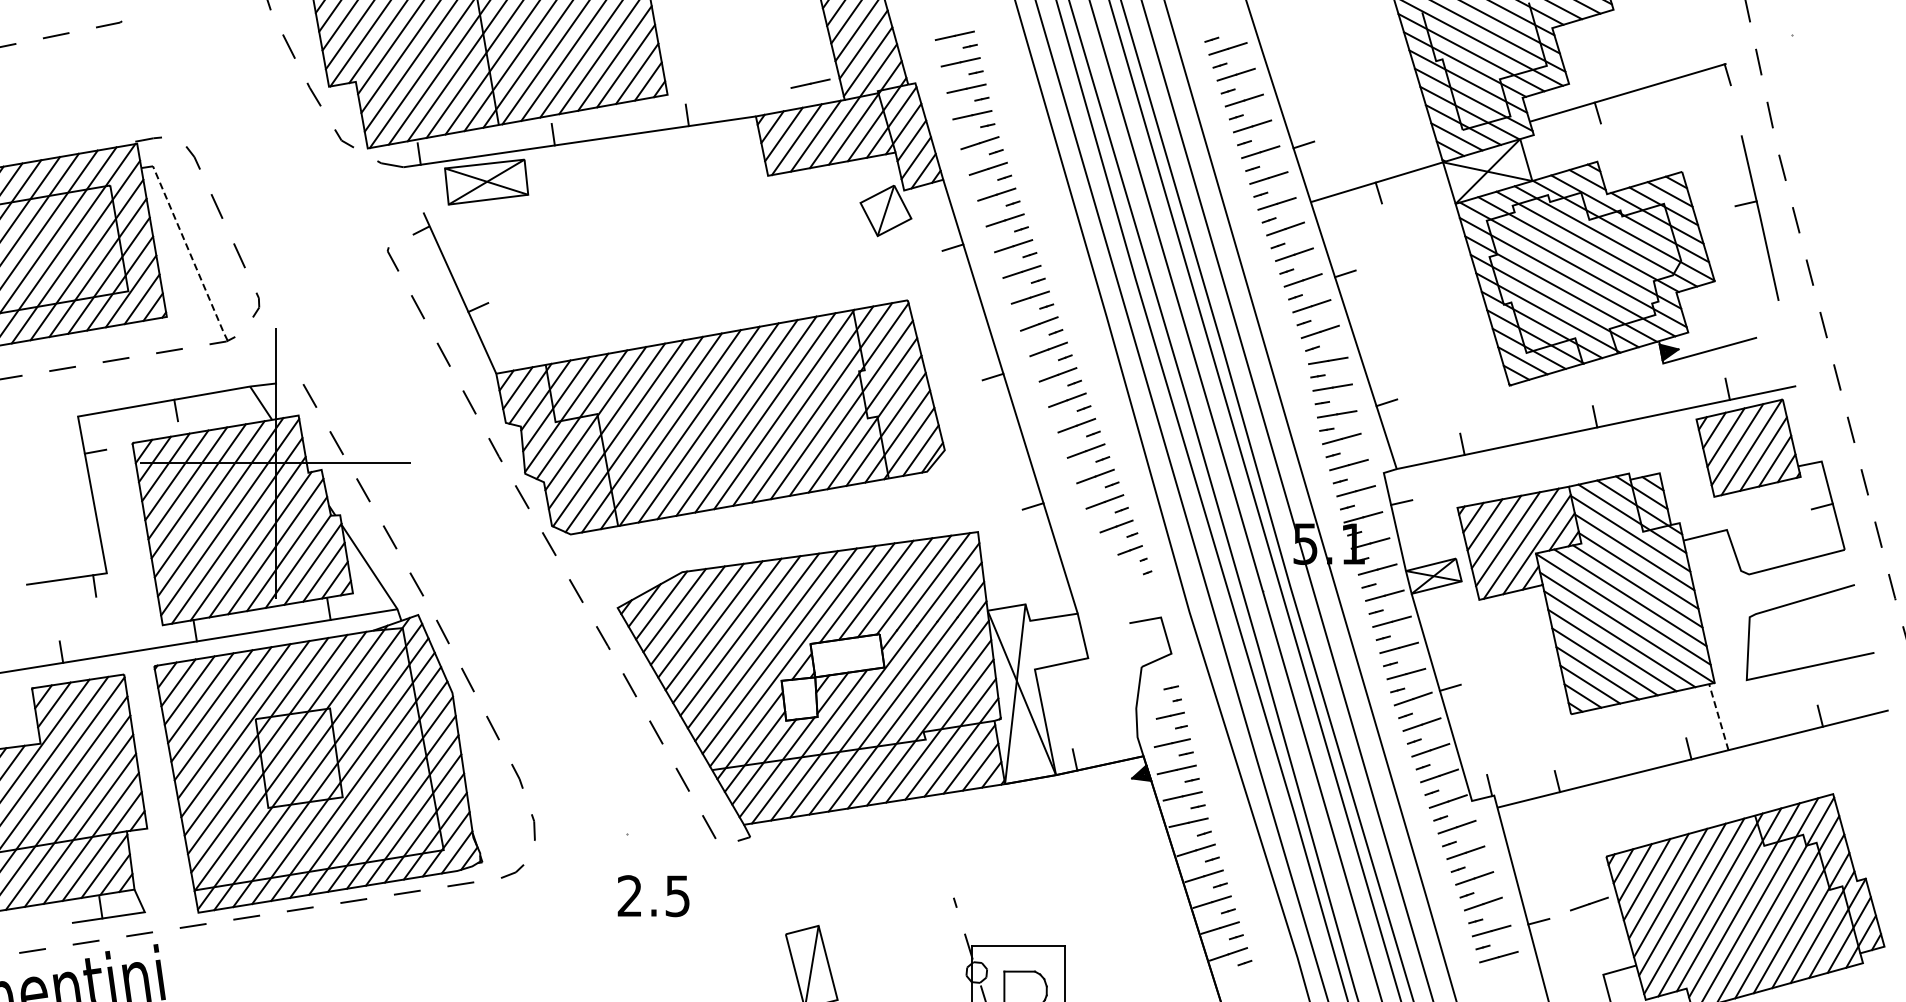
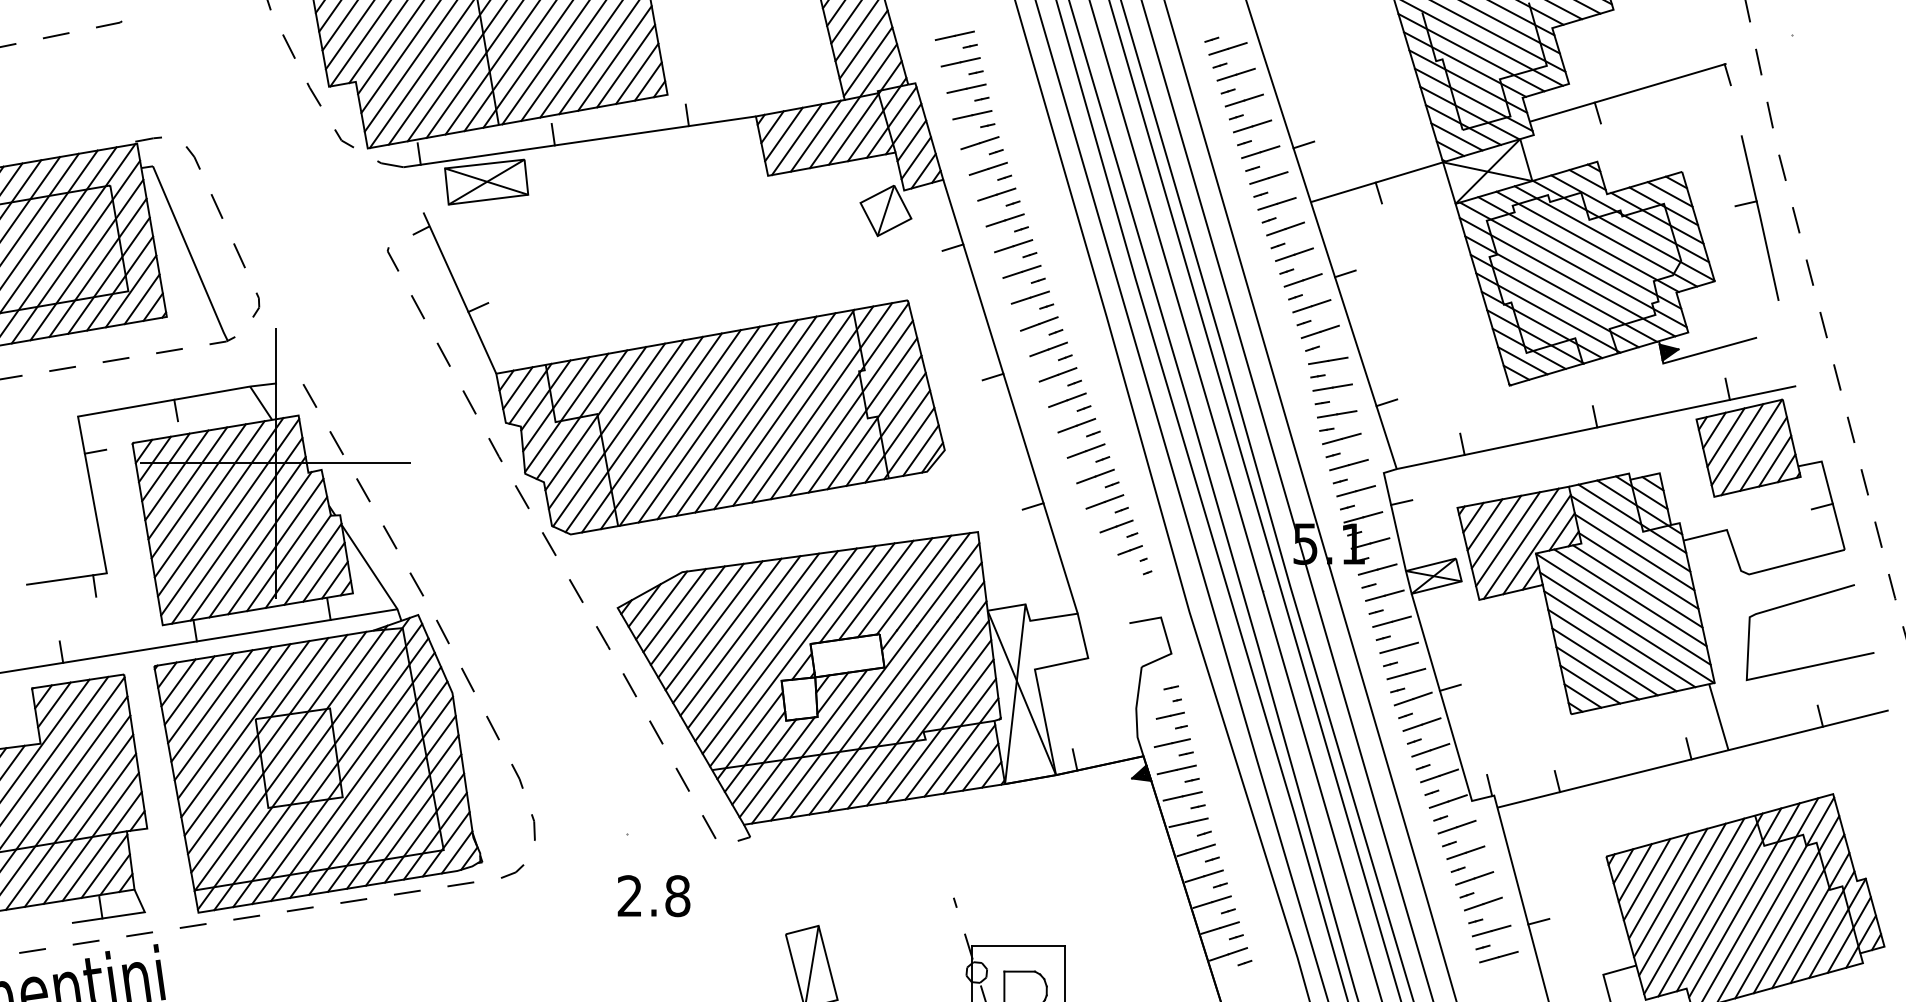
line at (810, 83): present -> none
line at (190, 254): dashed -> solid
line at (1718, 716): dashed -> solid
text at (677, 896): 2.5 -> 2.8
line at (1589, 903): present -> none
